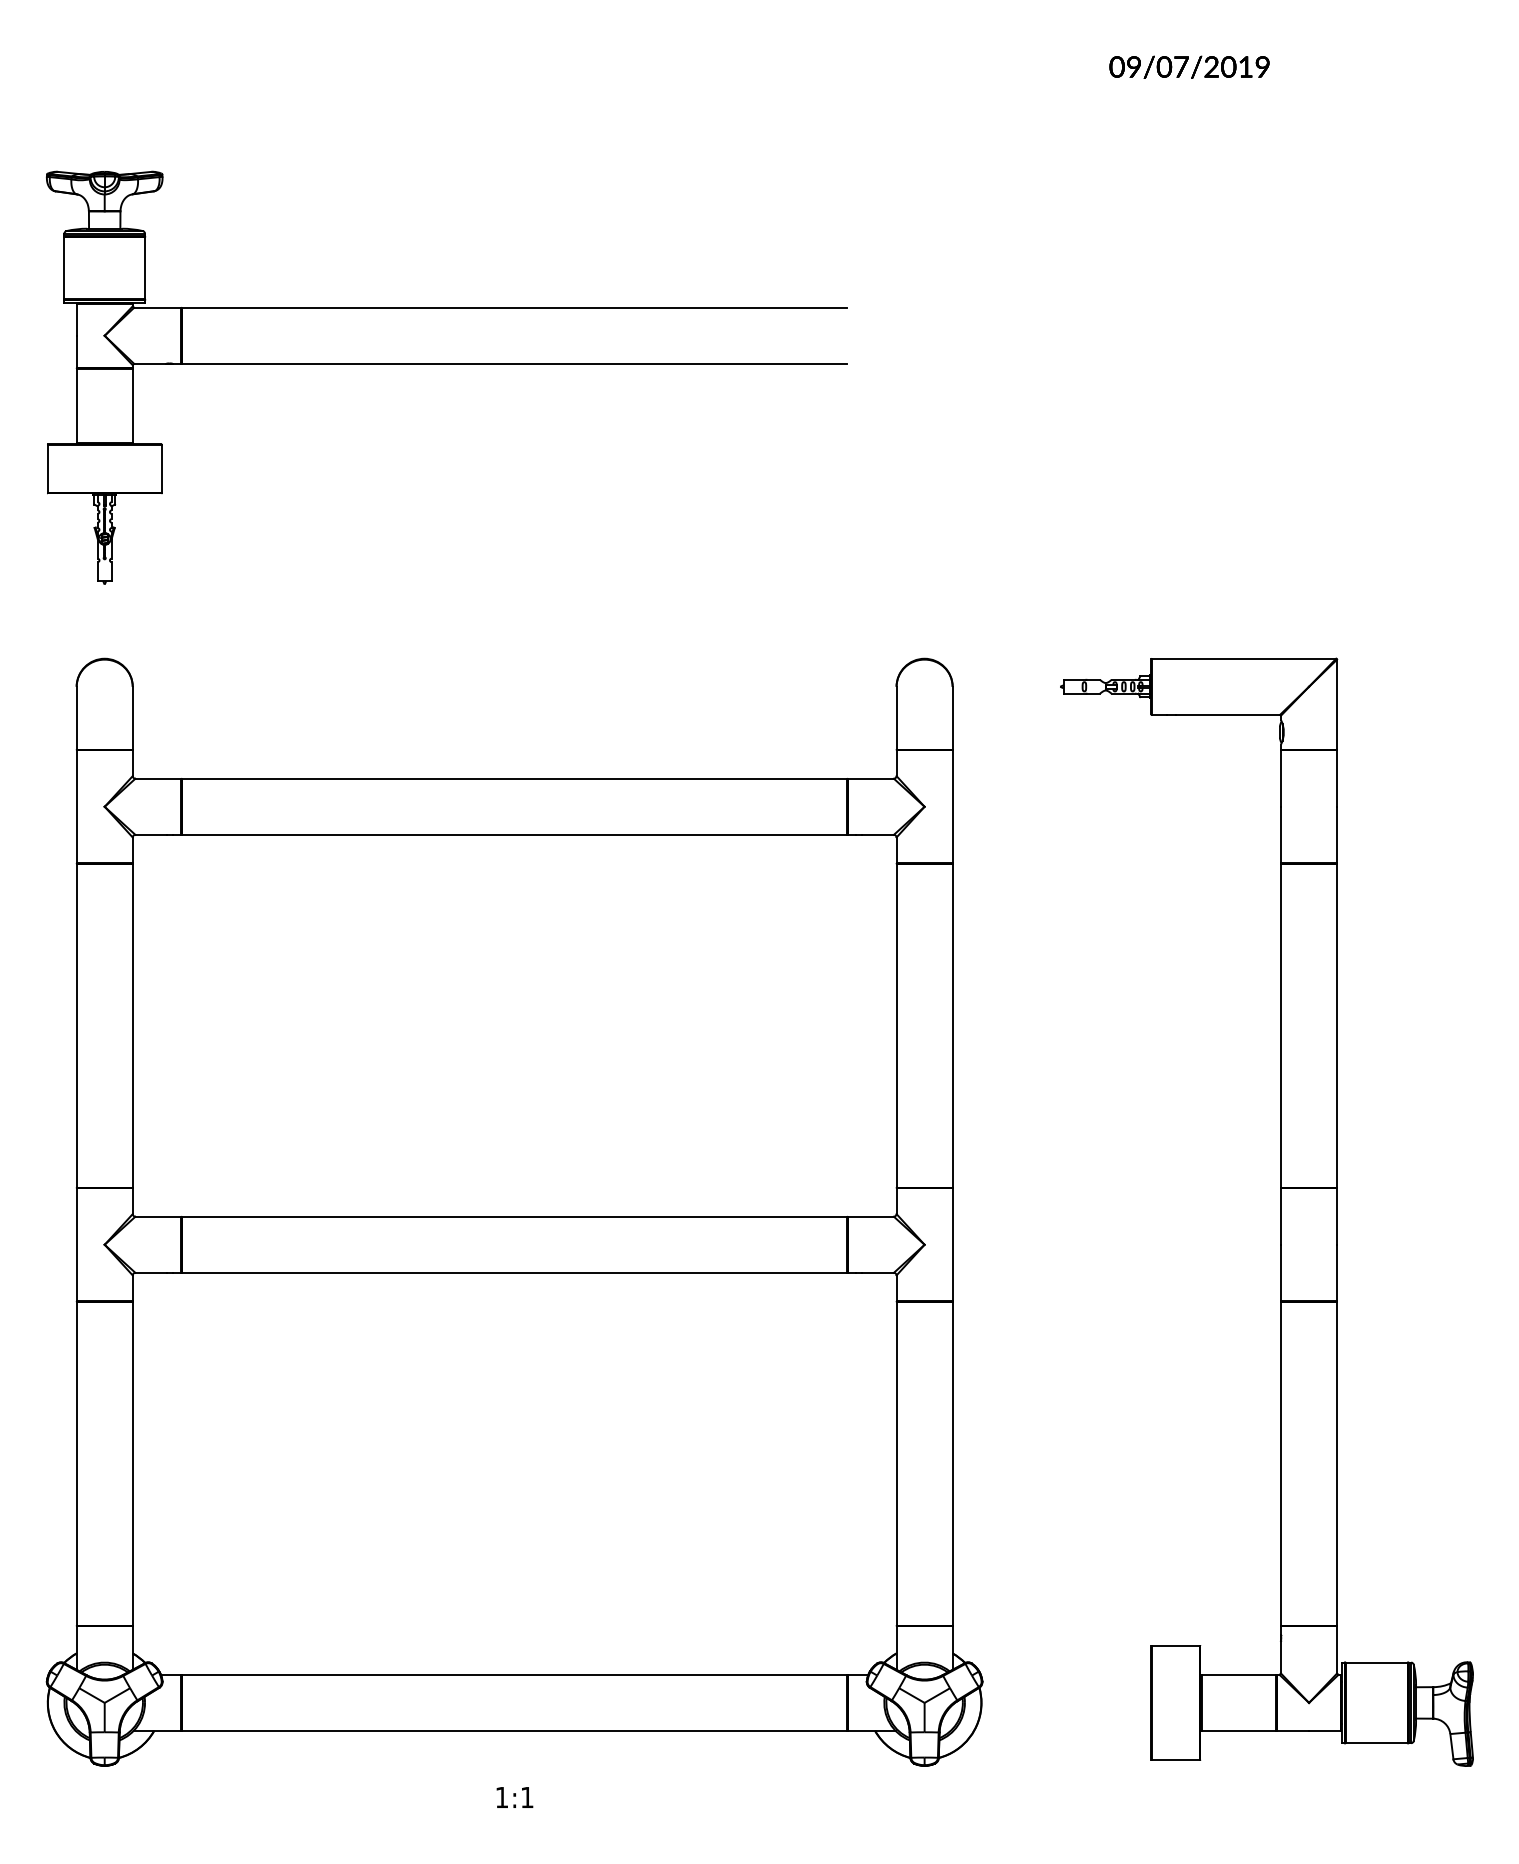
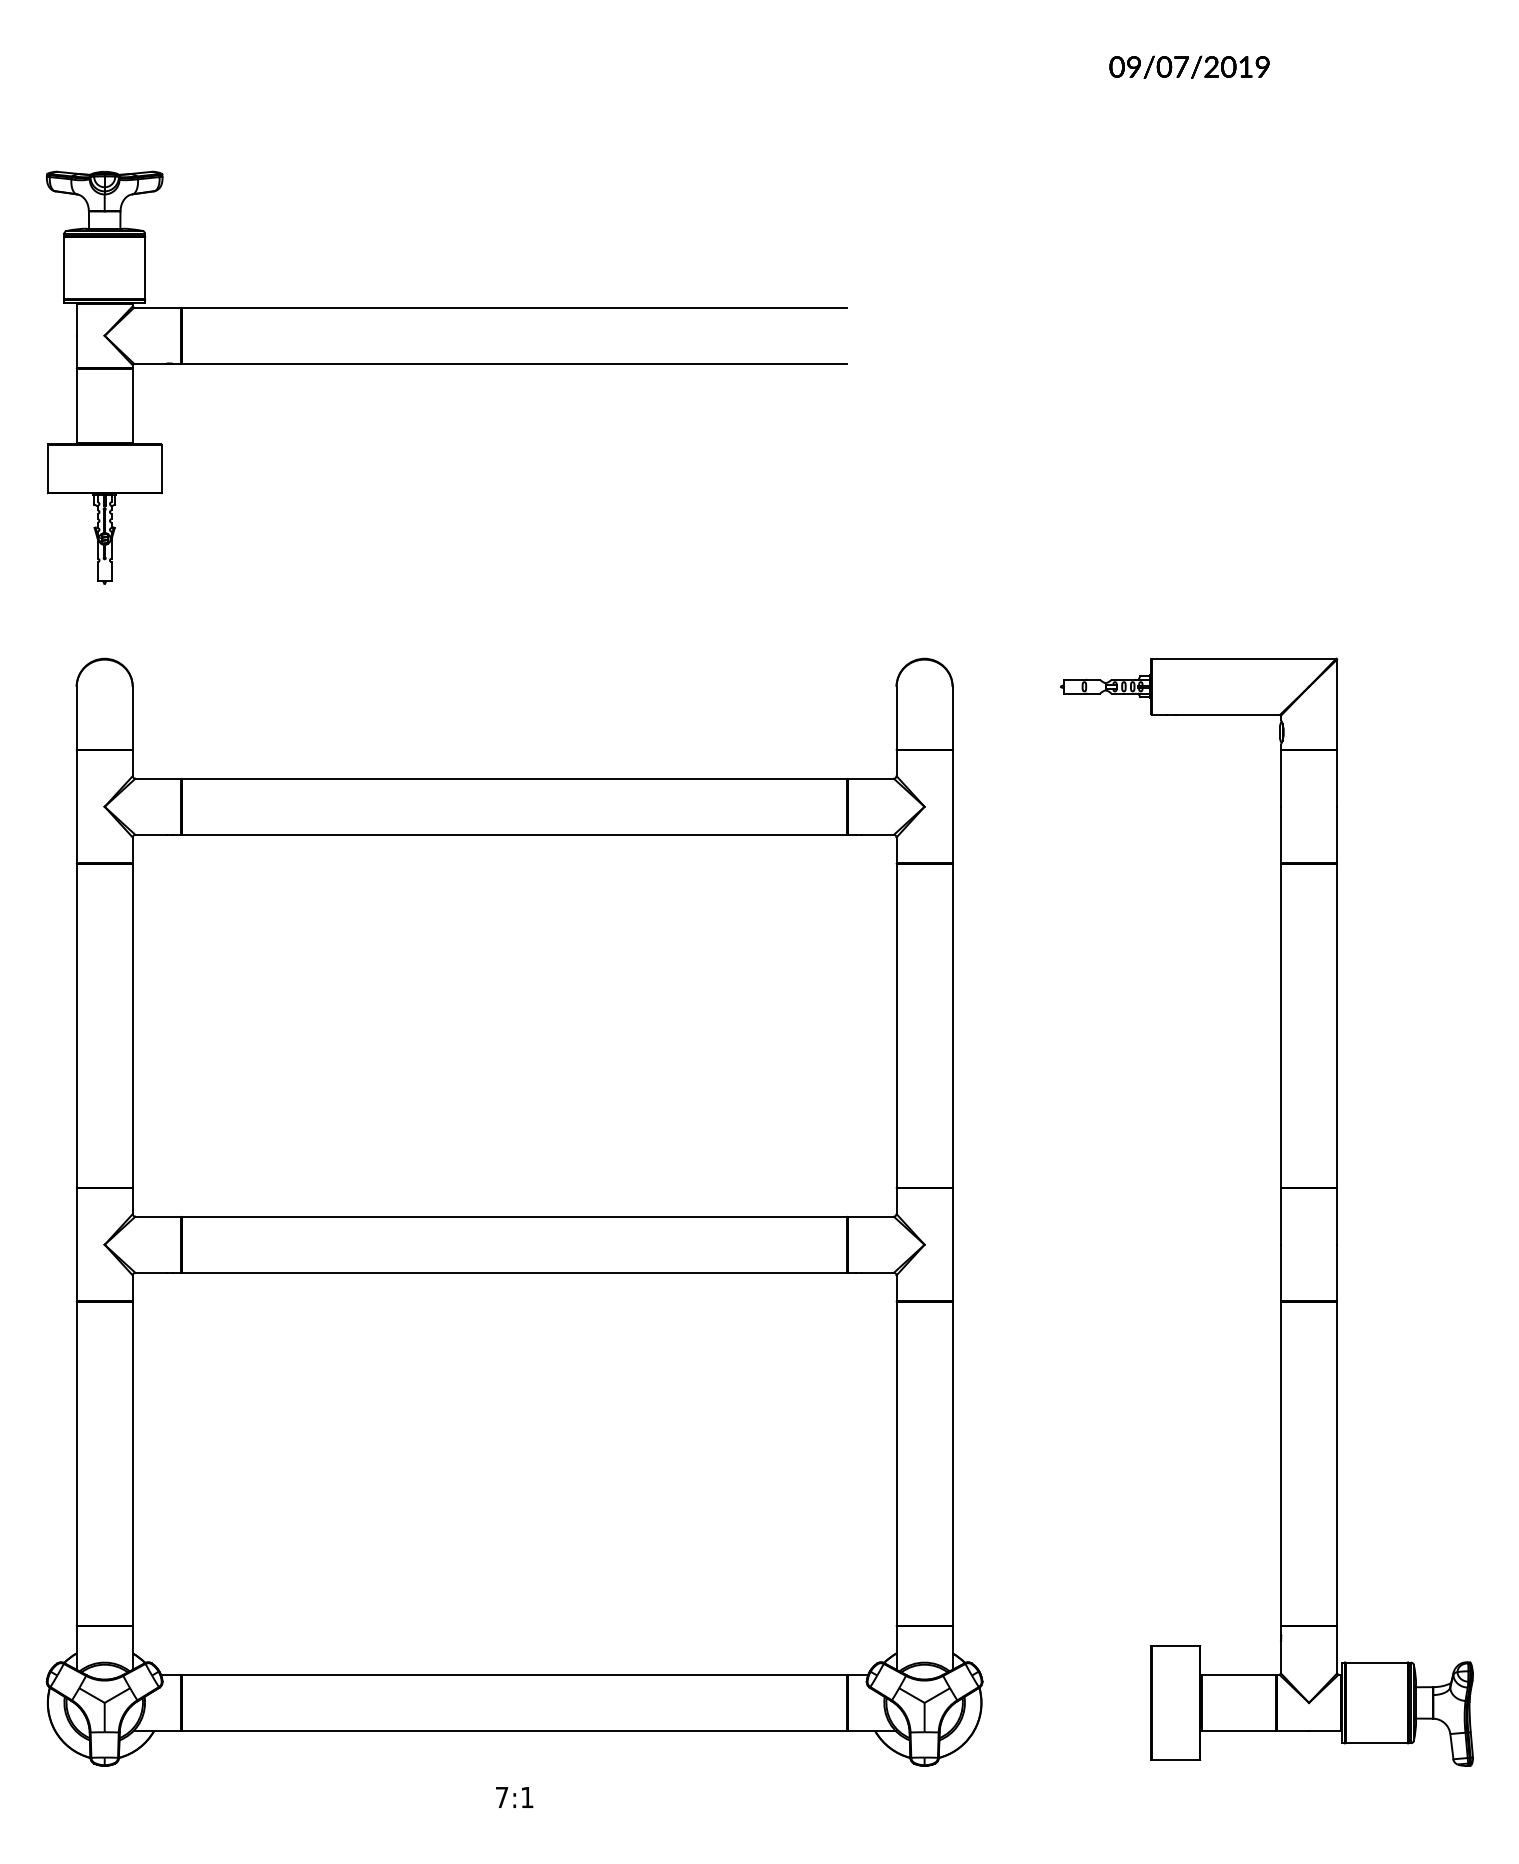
text at (502, 1797): 1:1 -> 7:1
